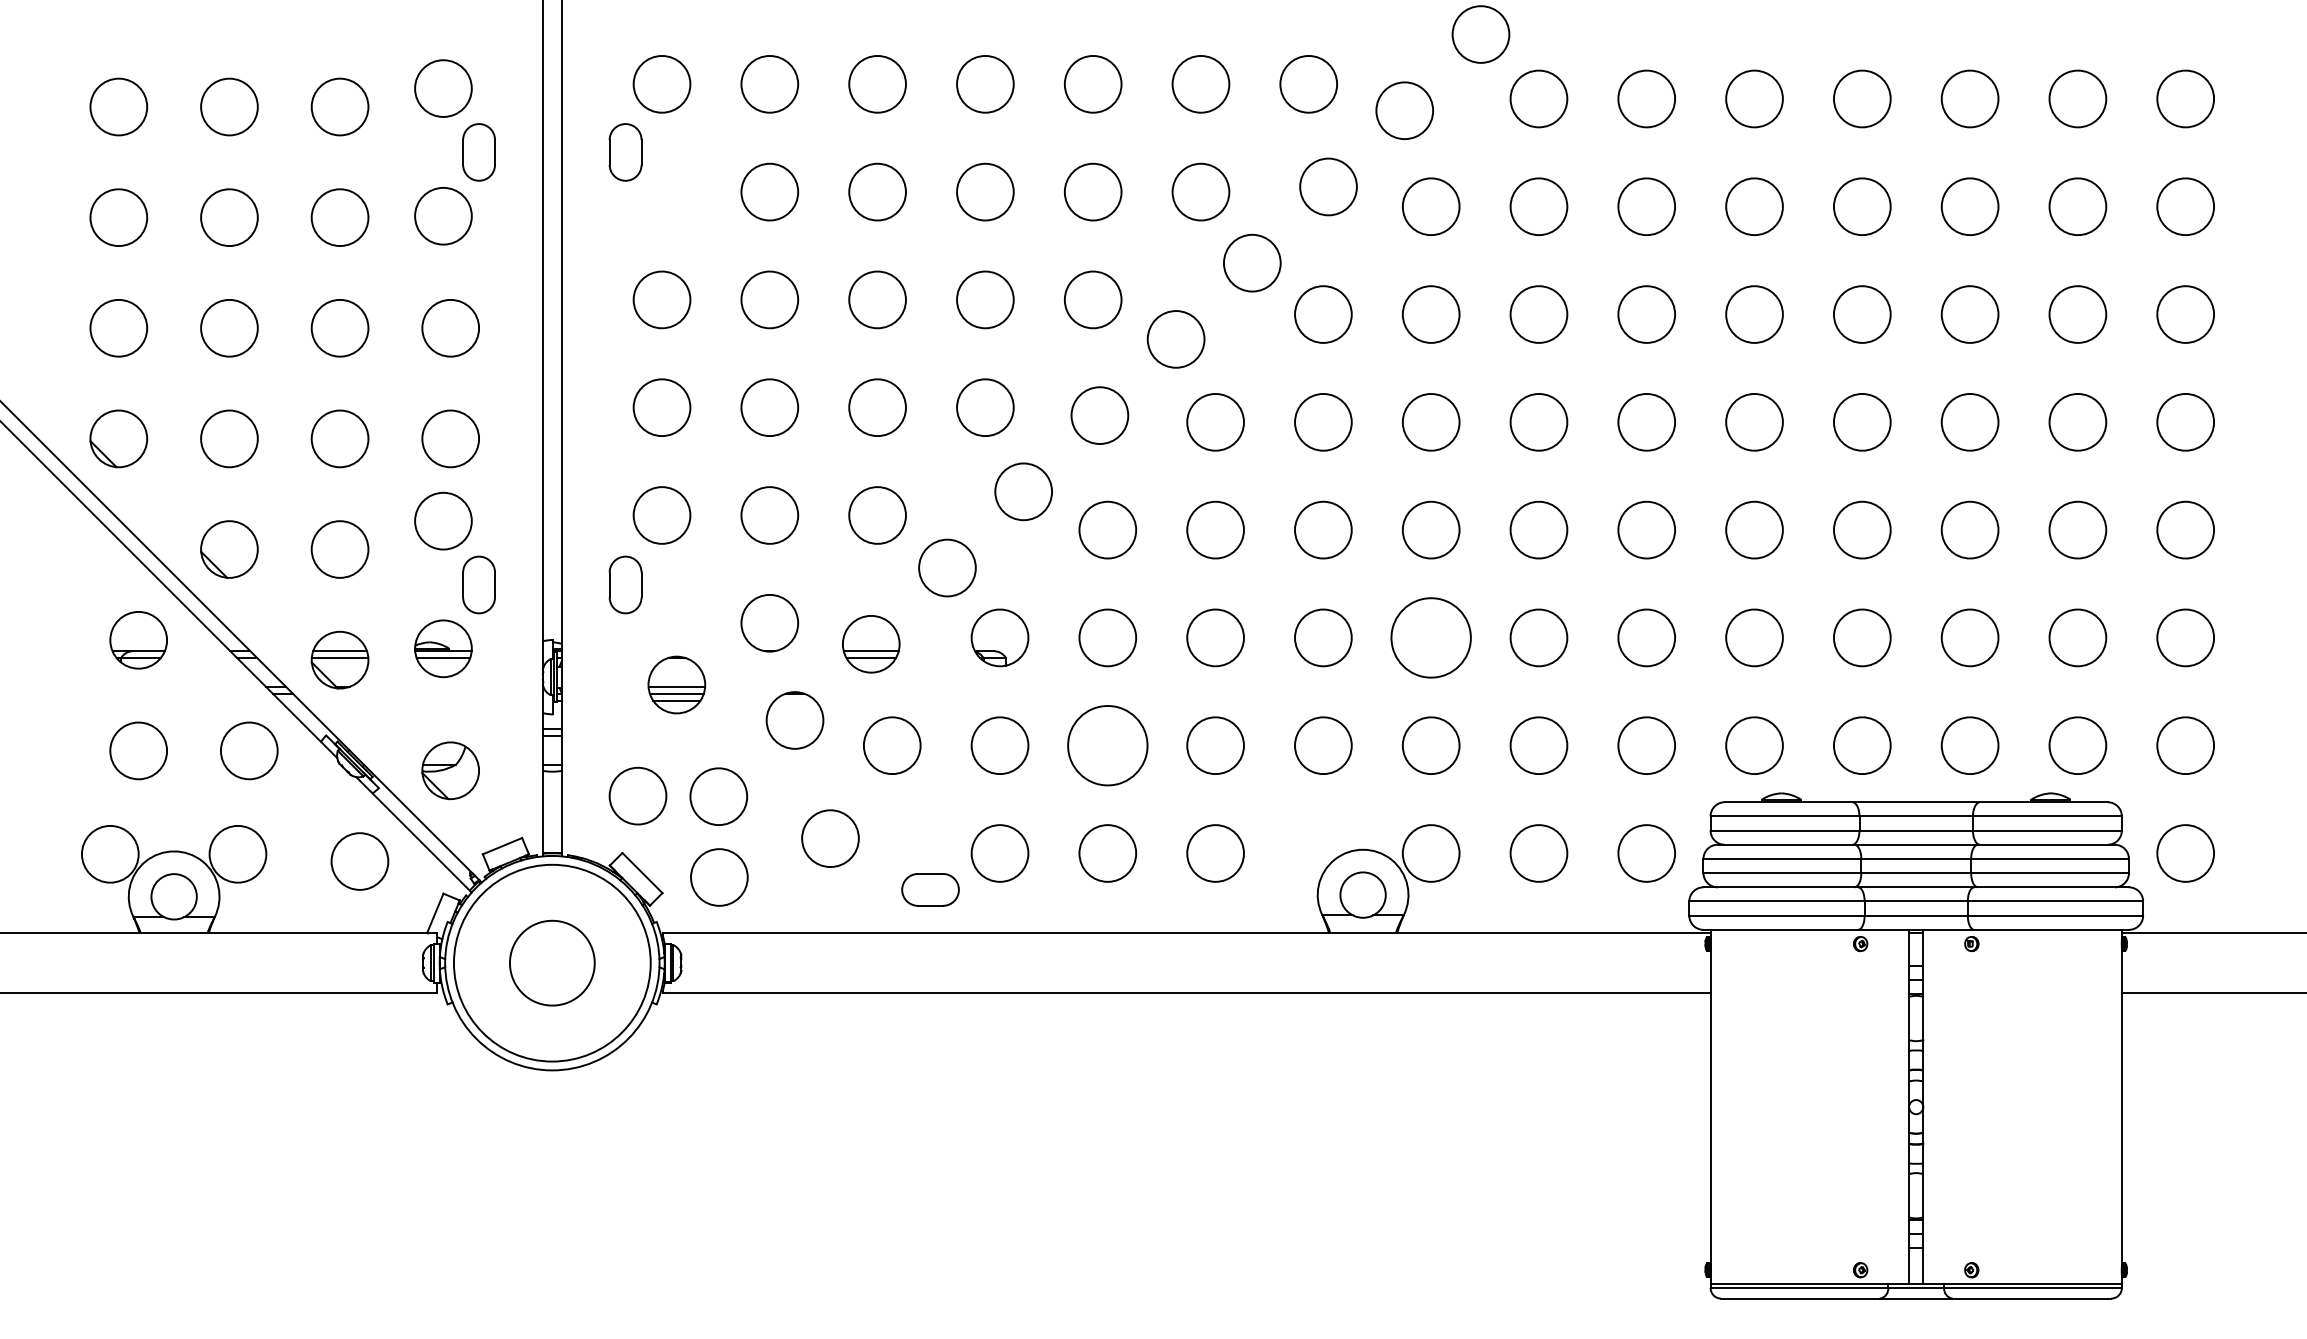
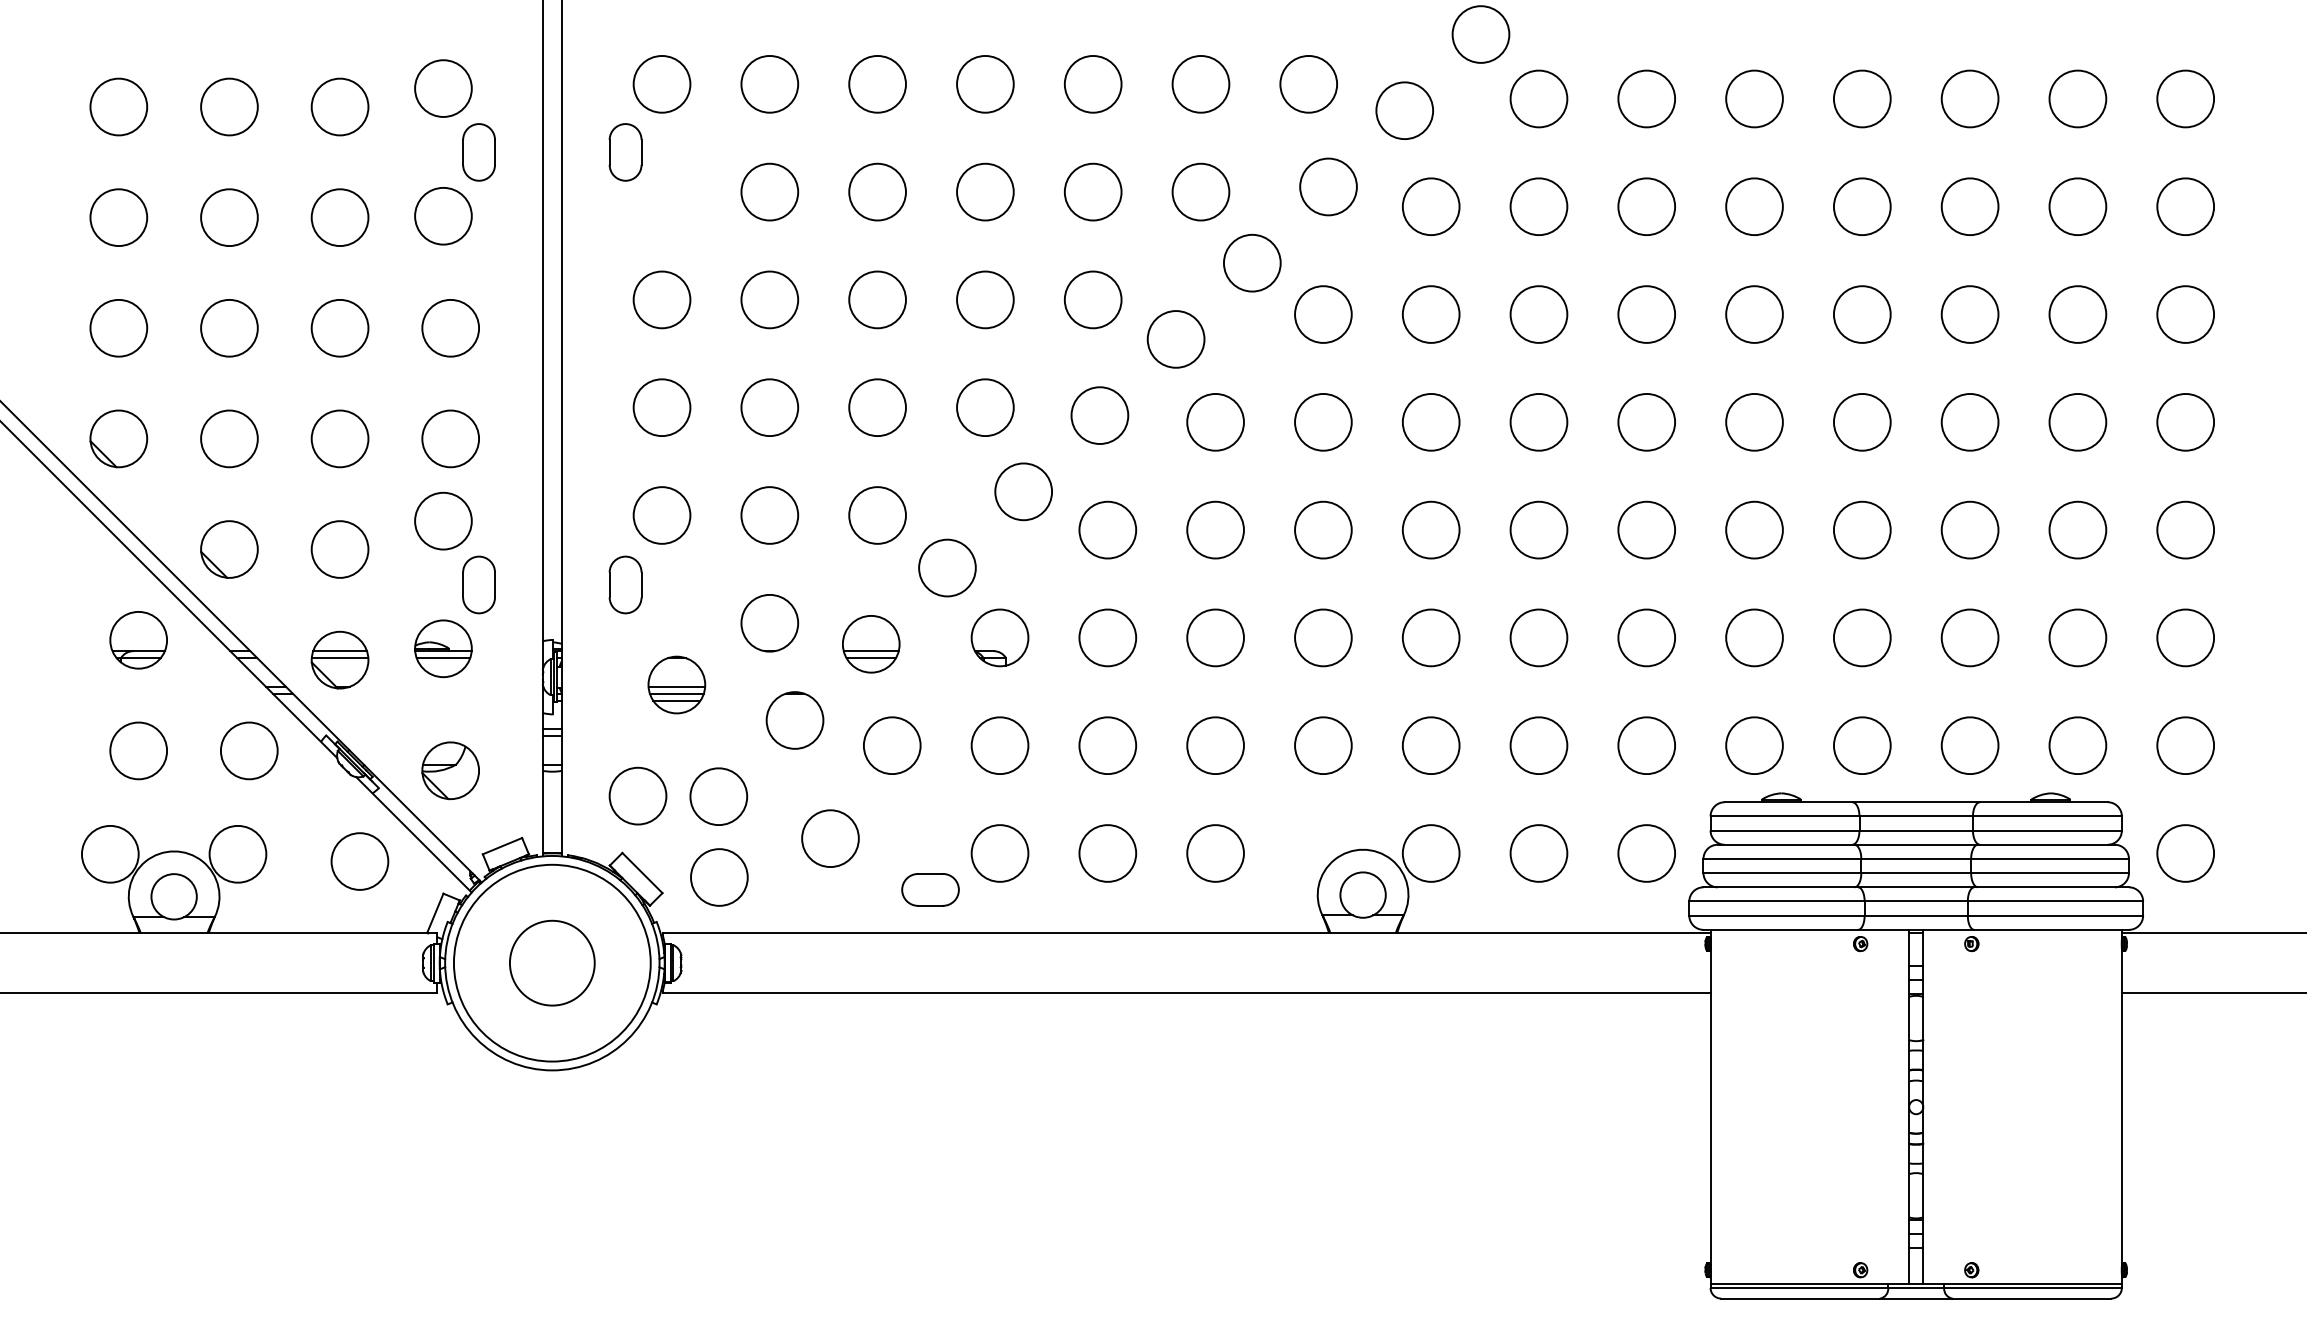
circle at (1430, 637) diameter: 79 px -> 57 px
circle at (1107, 745) diameter: 79 px -> 57 px
